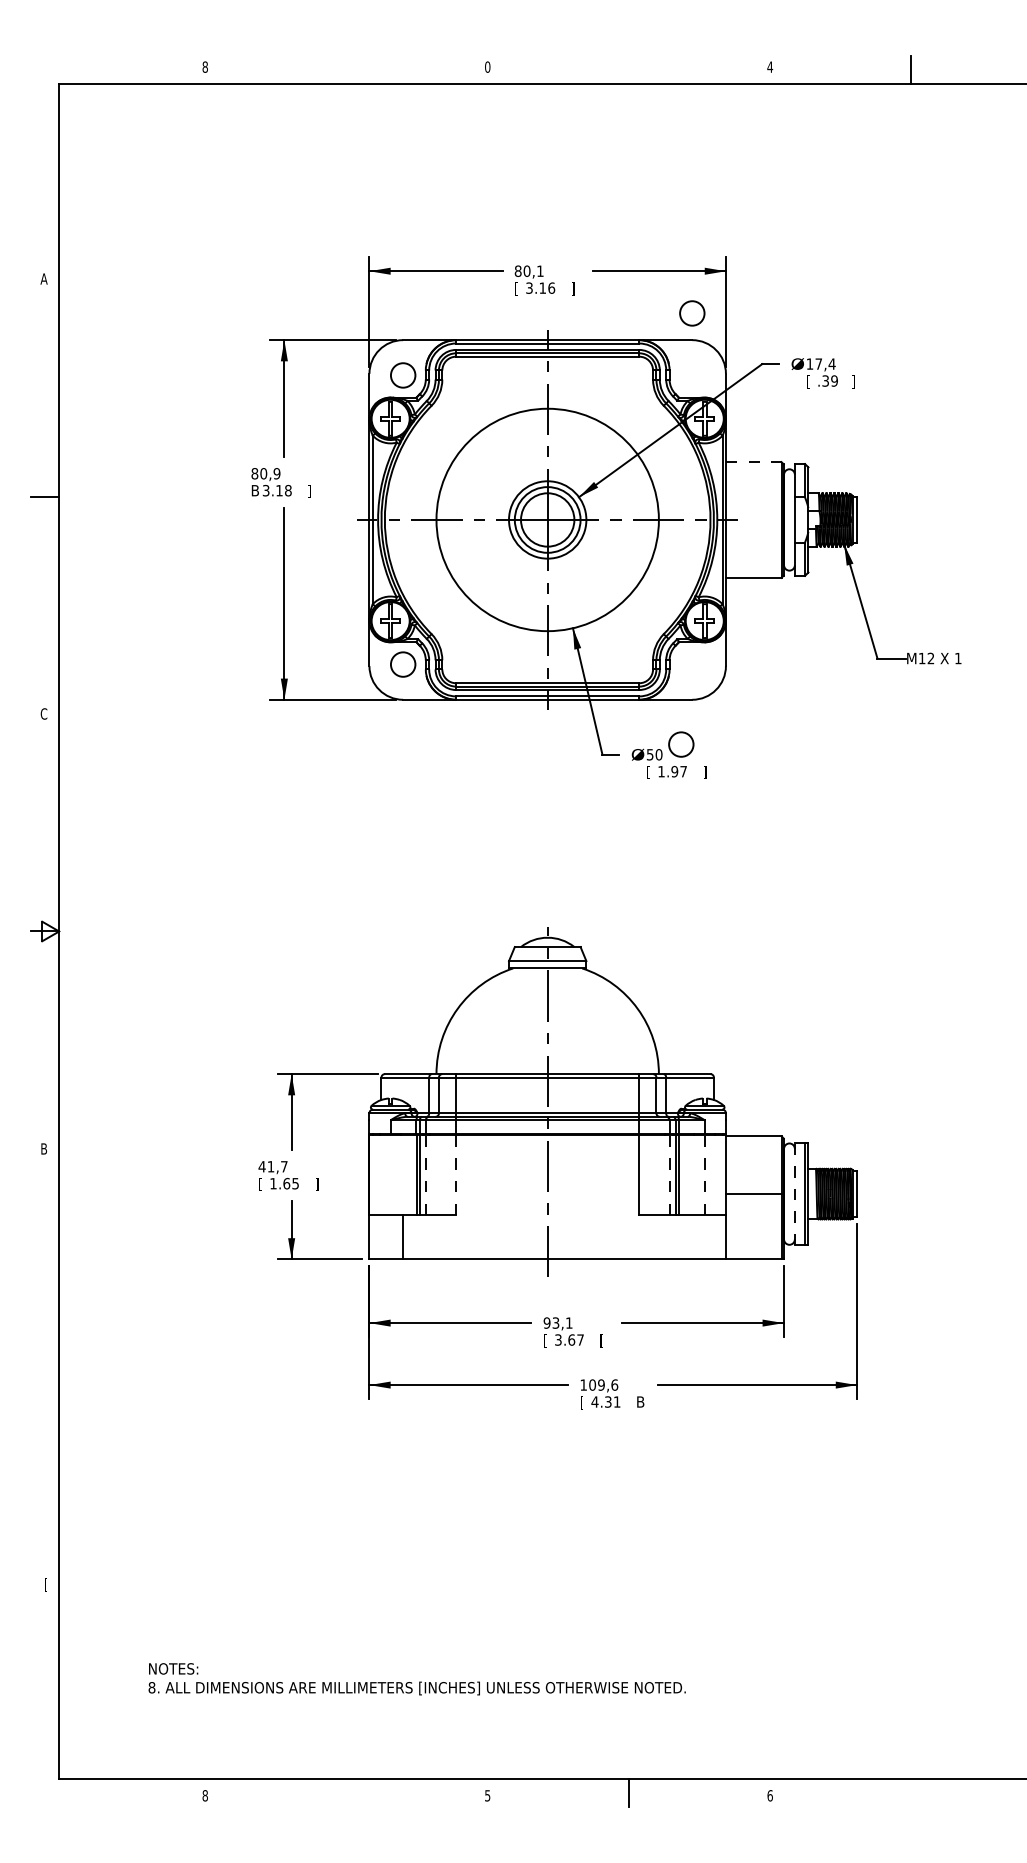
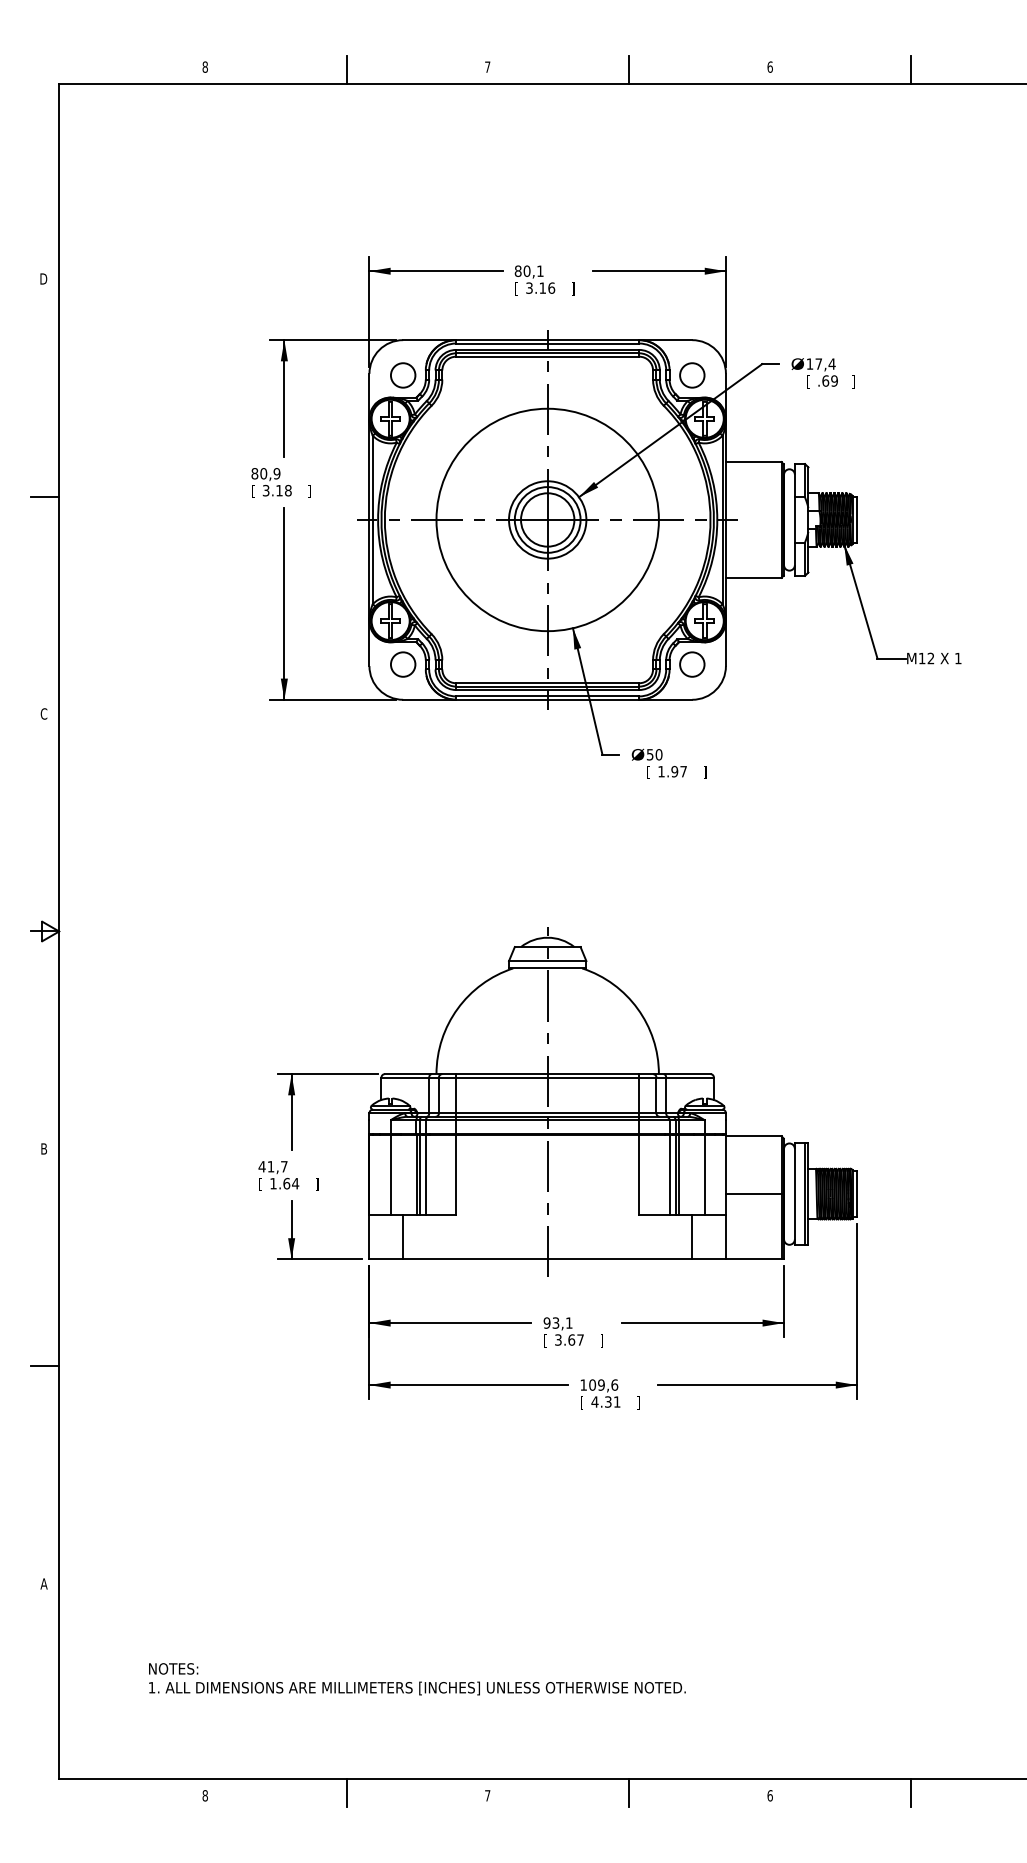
text at (487, 66): 0 -> 7
text at (770, 66): 4 -> 6
line at (346, 69): none -> present
line at (628, 69): none -> present
text at (43, 278): A -> D
circle at (692, 313) position: (692, 313) -> (692, 375)
text at (825, 380): .39 -> .69
line at (753, 462): dashed -> solid
text at (254, 491): B -> [
circle at (681, 744) position: (681, 744) -> (692, 664)
line at (390, 1174): none -> present
line at (425, 1175): dashed -> solid
line at (456, 1175): dashed -> solid
line at (669, 1175): dashed -> solid
line at (704, 1175): dashed -> solid
text at (295, 1183): 1.65 -> 1.64
line at (794, 1193): dashed -> solid
line at (692, 1236): none -> present
text at (601, 1340): [ -> ]
line at (44, 1366): none -> present
text at (640, 1402): B -> ]
text at (43, 1584): [ -> A
text at (151, 1687): 8. -> 1.
line at (346, 1792): none -> present
line at (911, 1792): none -> present
text at (487, 1795): 5 -> 7
